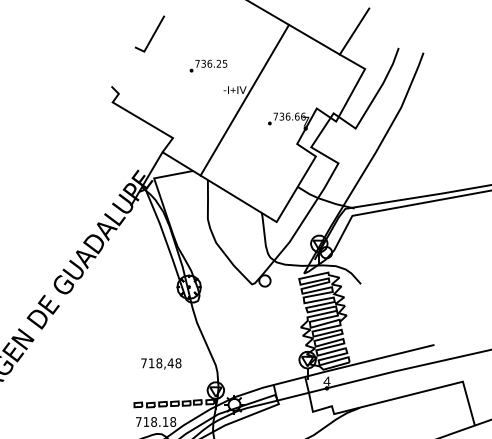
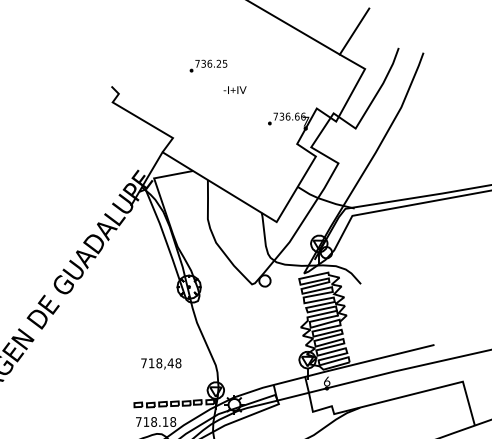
line at (152, 34): present -> none
line at (244, 99): present -> none
text at (326, 381): 4 -> 6
